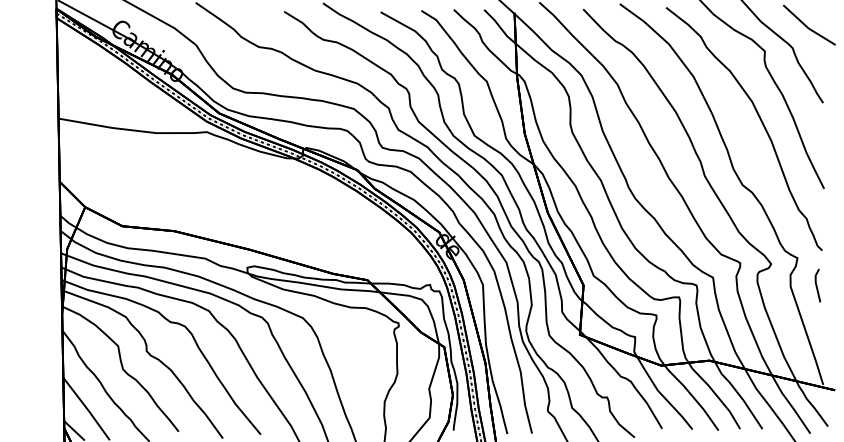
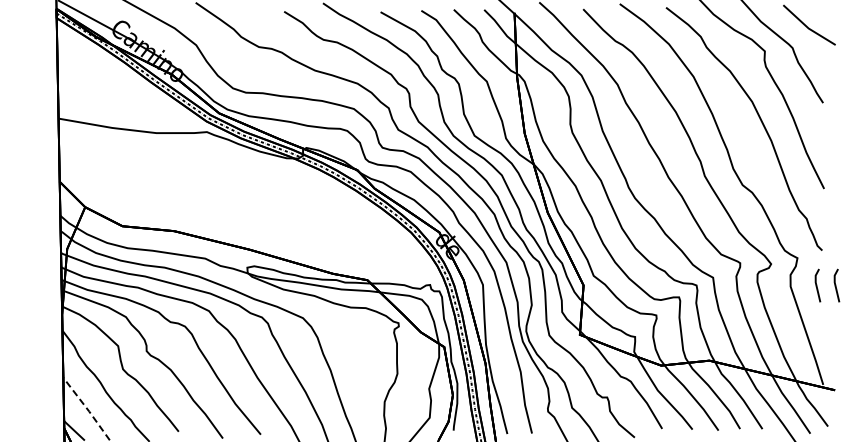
line at (836, 285): none -> present
line at (86, 408): solid -> dashed
